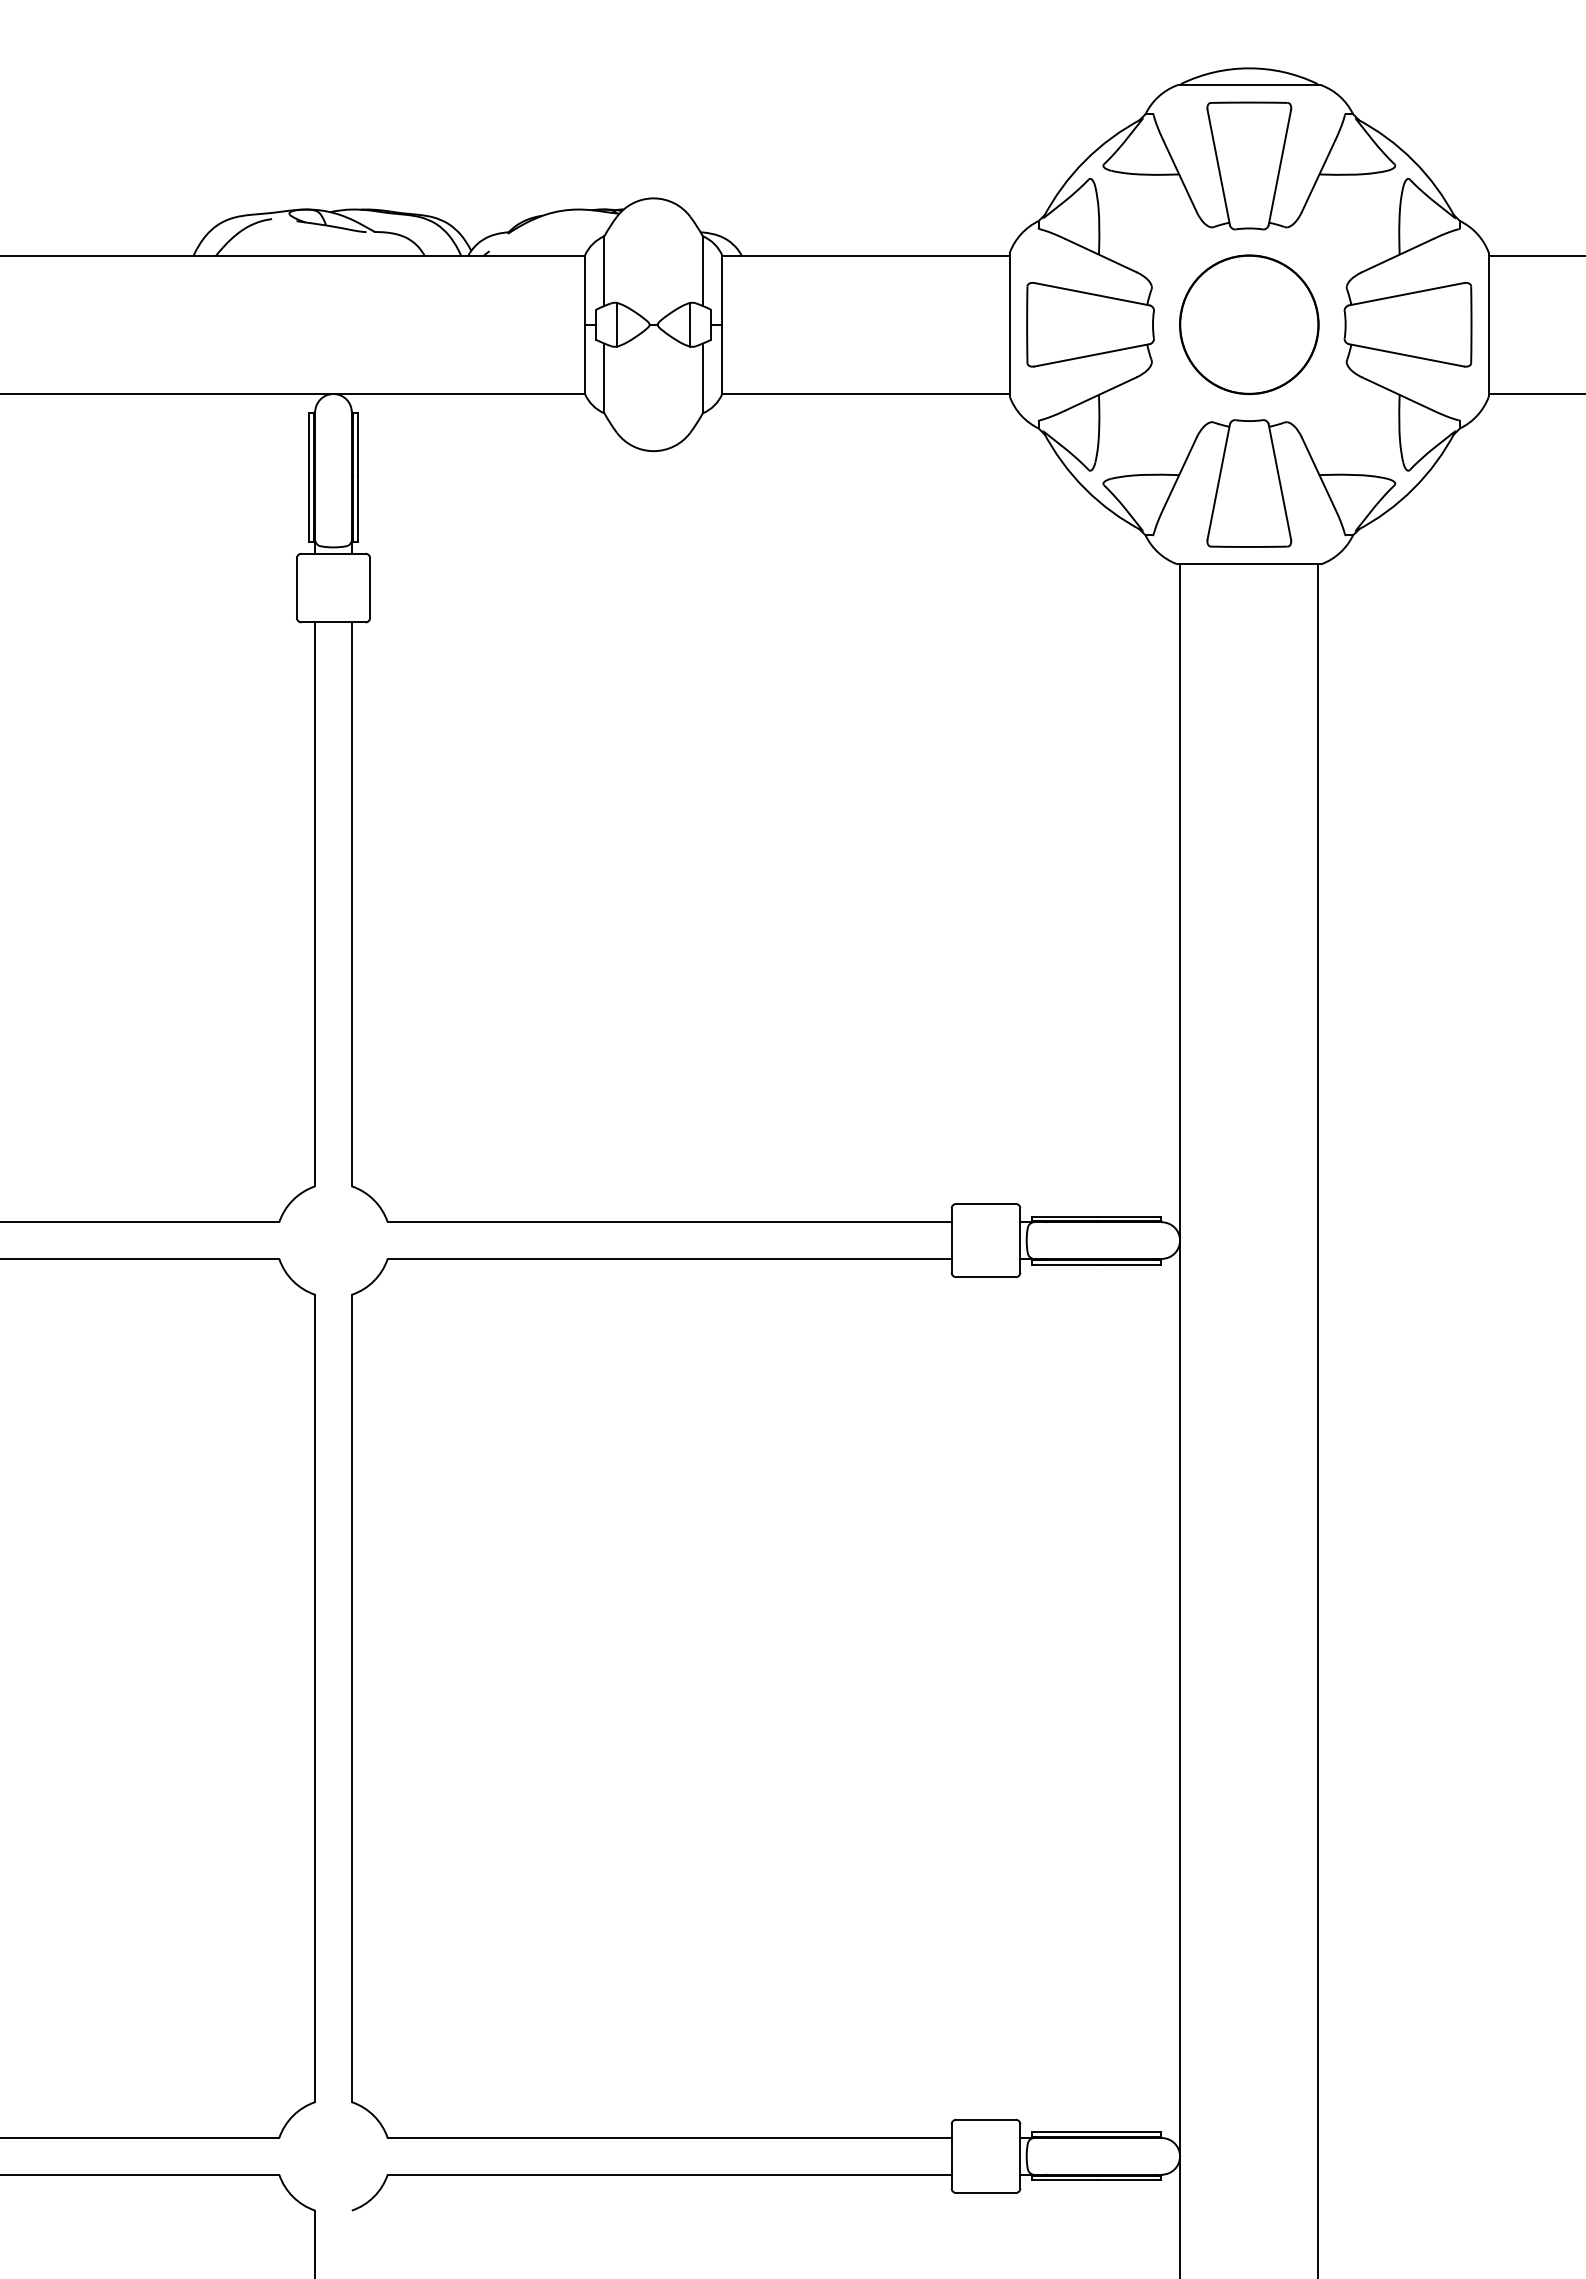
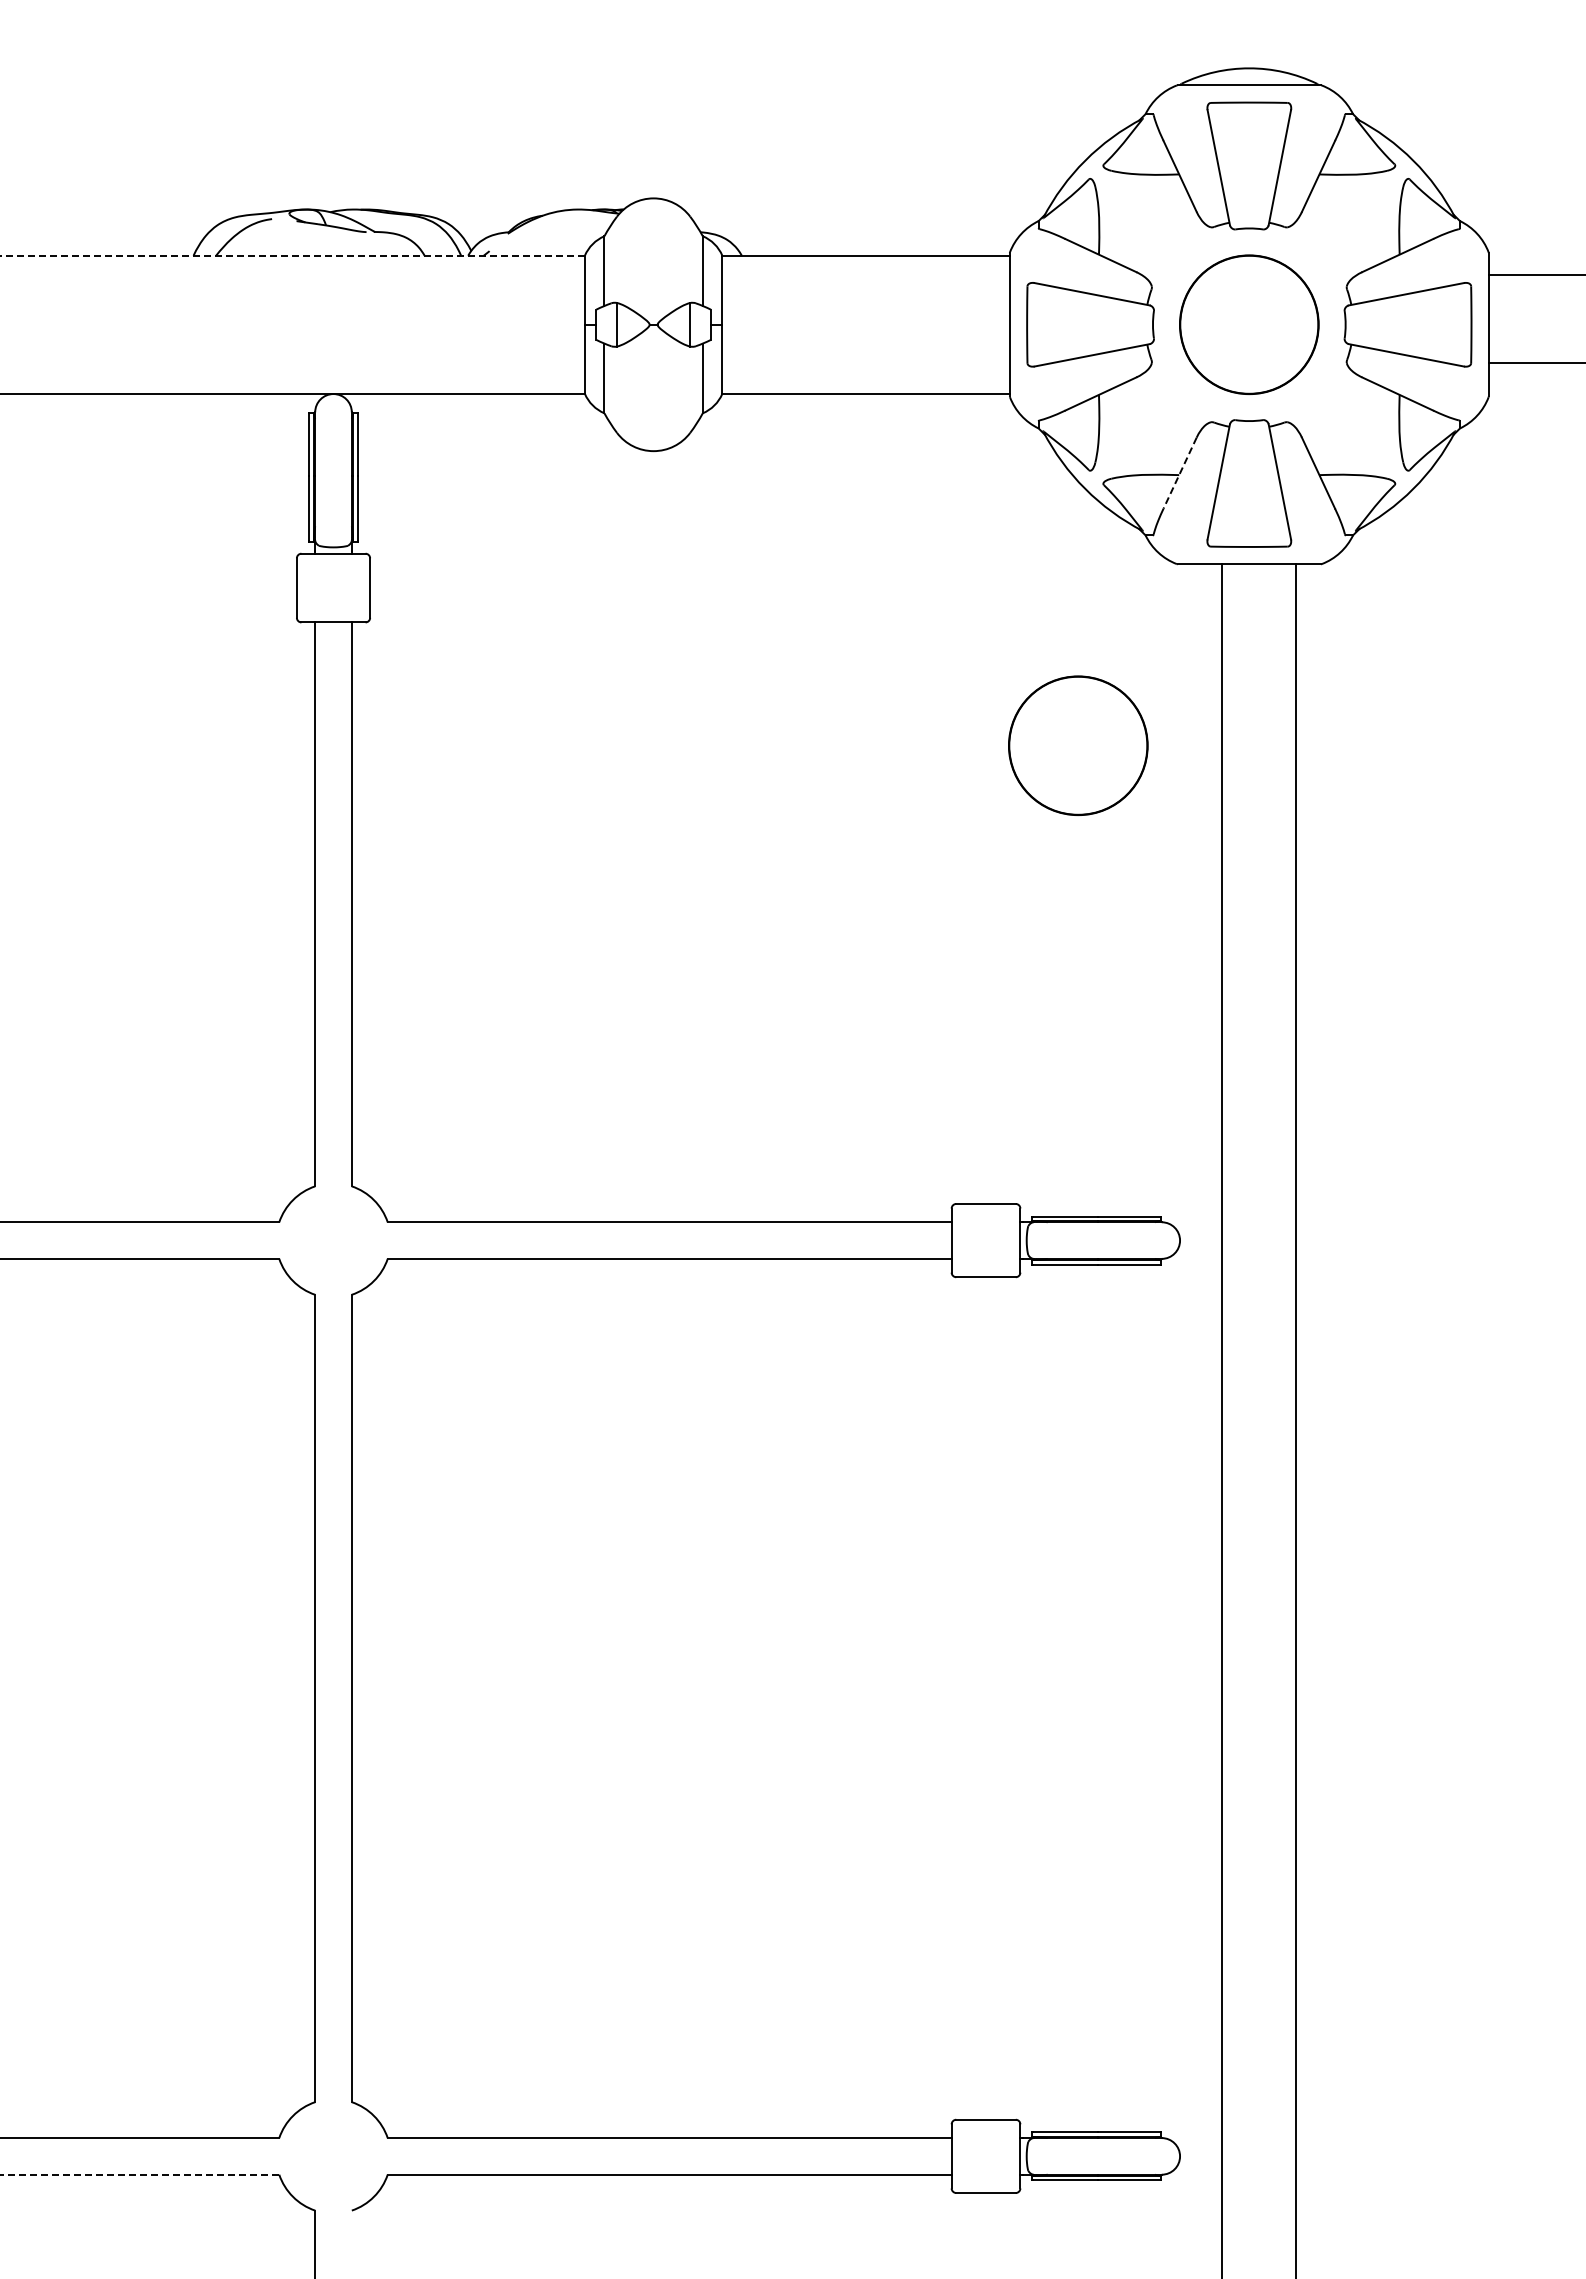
line at (292, 255): solid -> dashed
line at (1535, 255) position: (1535, 255) -> (1535, 274)
line at (1535, 393) position: (1535, 393) -> (1535, 362)
line at (1179, 473): solid -> dashed
circle at (1078, 745): none -> present
line at (1180, 1419) position: (1180, 1419) -> (1222, 1419)
line at (1318, 1419) position: (1318, 1419) -> (1296, 1419)
line at (139, 2174): solid -> dashed
